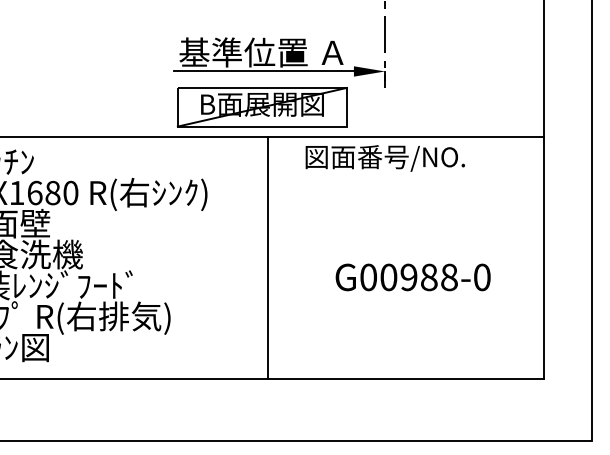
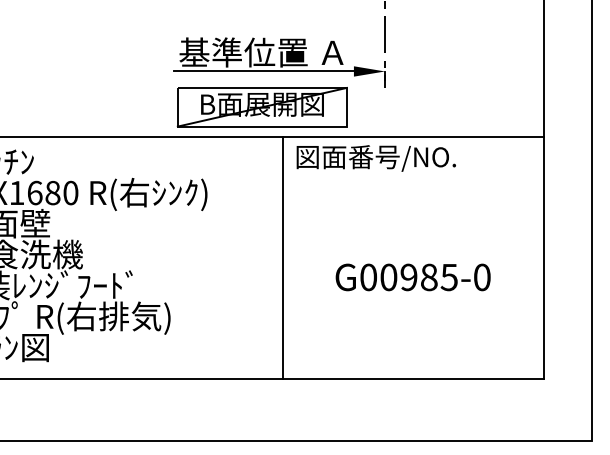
text at (384, 158) position: (384, 158) -> (375, 158)
line at (267, 257) position: (267, 257) -> (282, 257)
text at (448, 277): G00988-0 -> G00985-0
